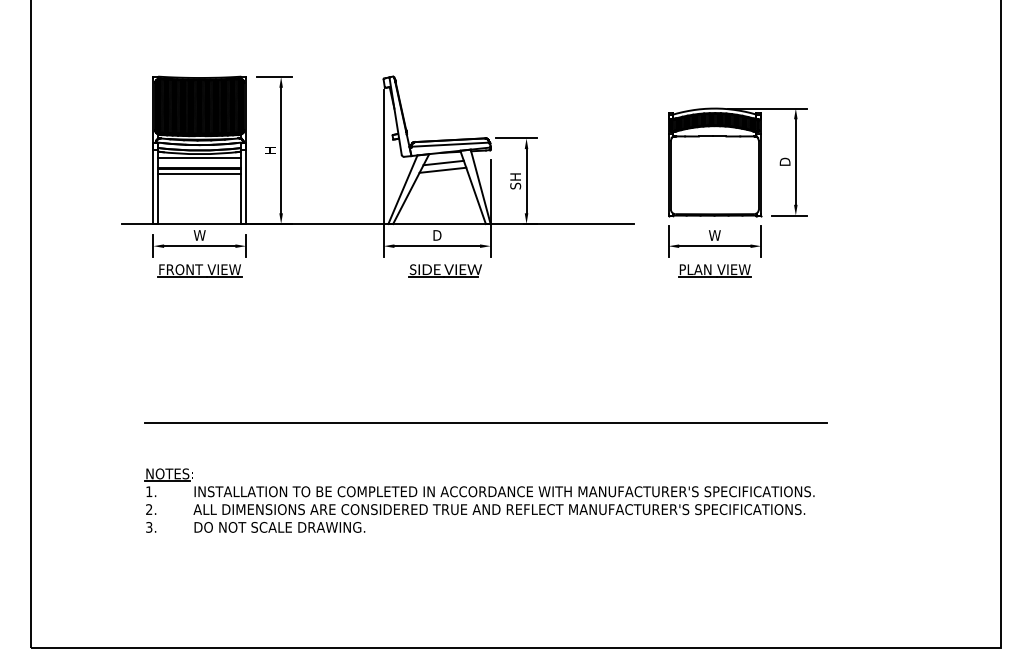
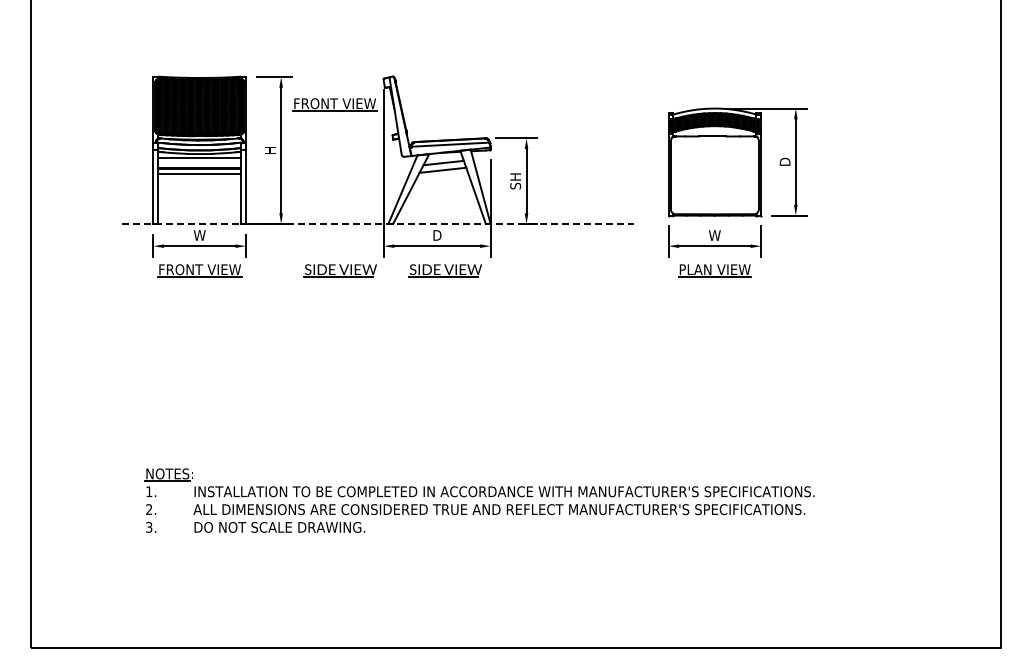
part at (334, 104): none -> present
line at (378, 224): solid -> dashed
part at (339, 270): none -> present
line at (485, 422): present -> none
